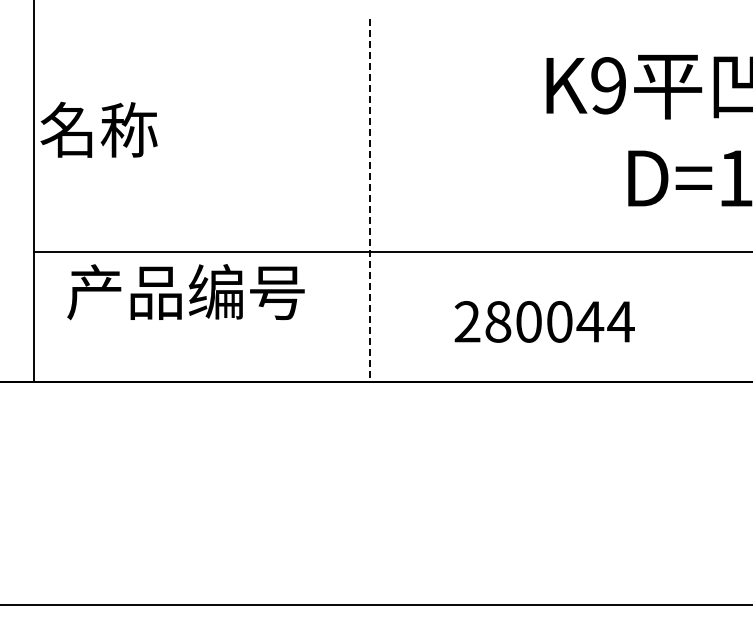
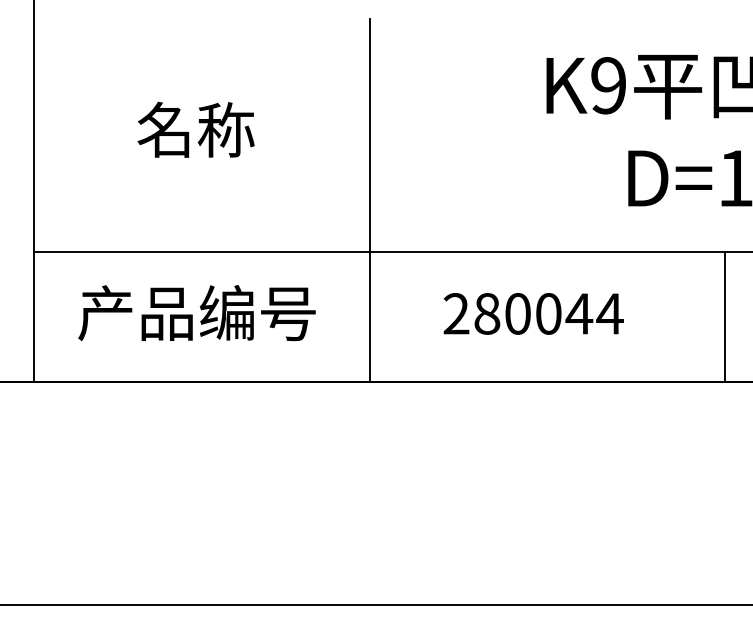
text at (98, 129) position: (98, 129) -> (195, 129)
line at (370, 200): dashed -> solid
text at (185, 292) position: (185, 292) -> (196, 313)
line at (725, 317): none -> present
text at (544, 321) position: (544, 321) -> (533, 313)
